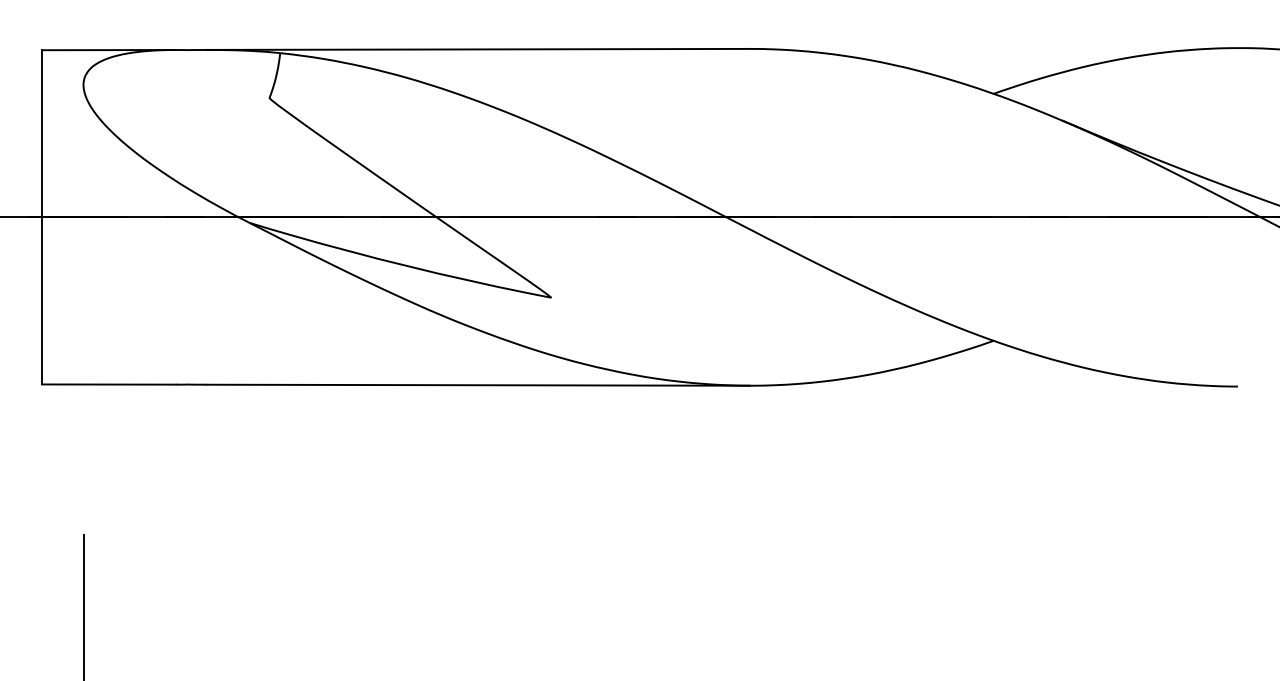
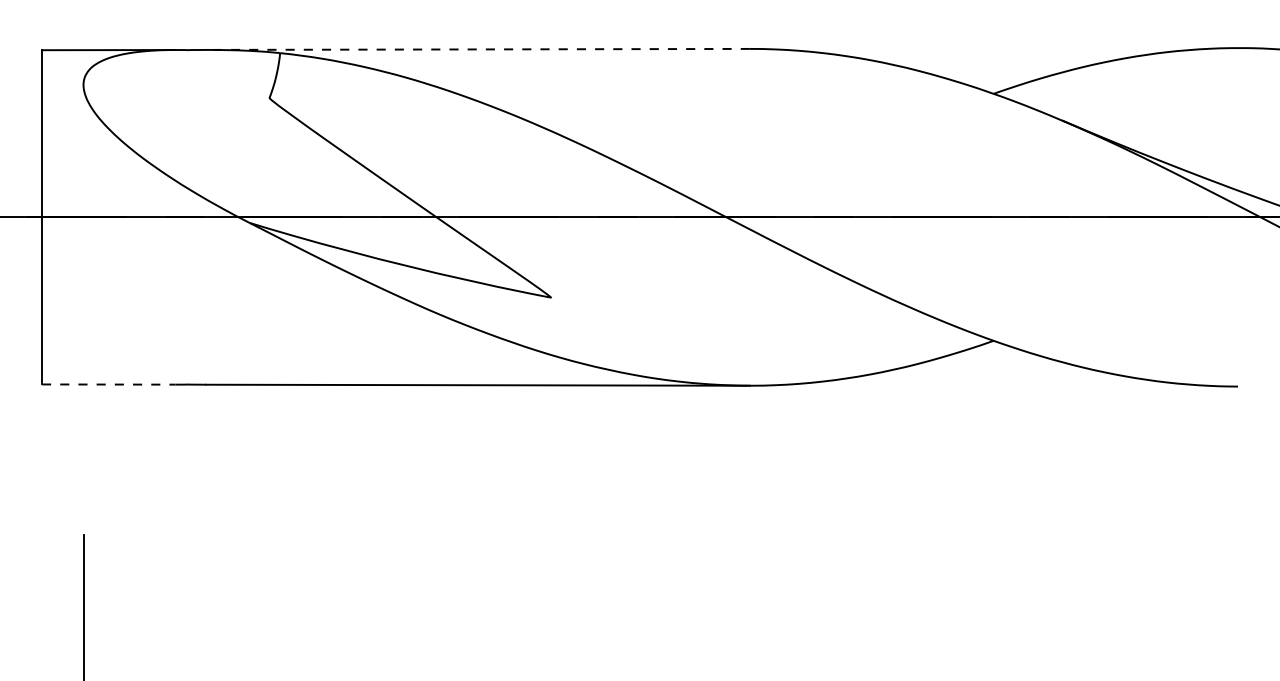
line at (478, 49): solid -> dashed
line at (108, 384): solid -> dashed
